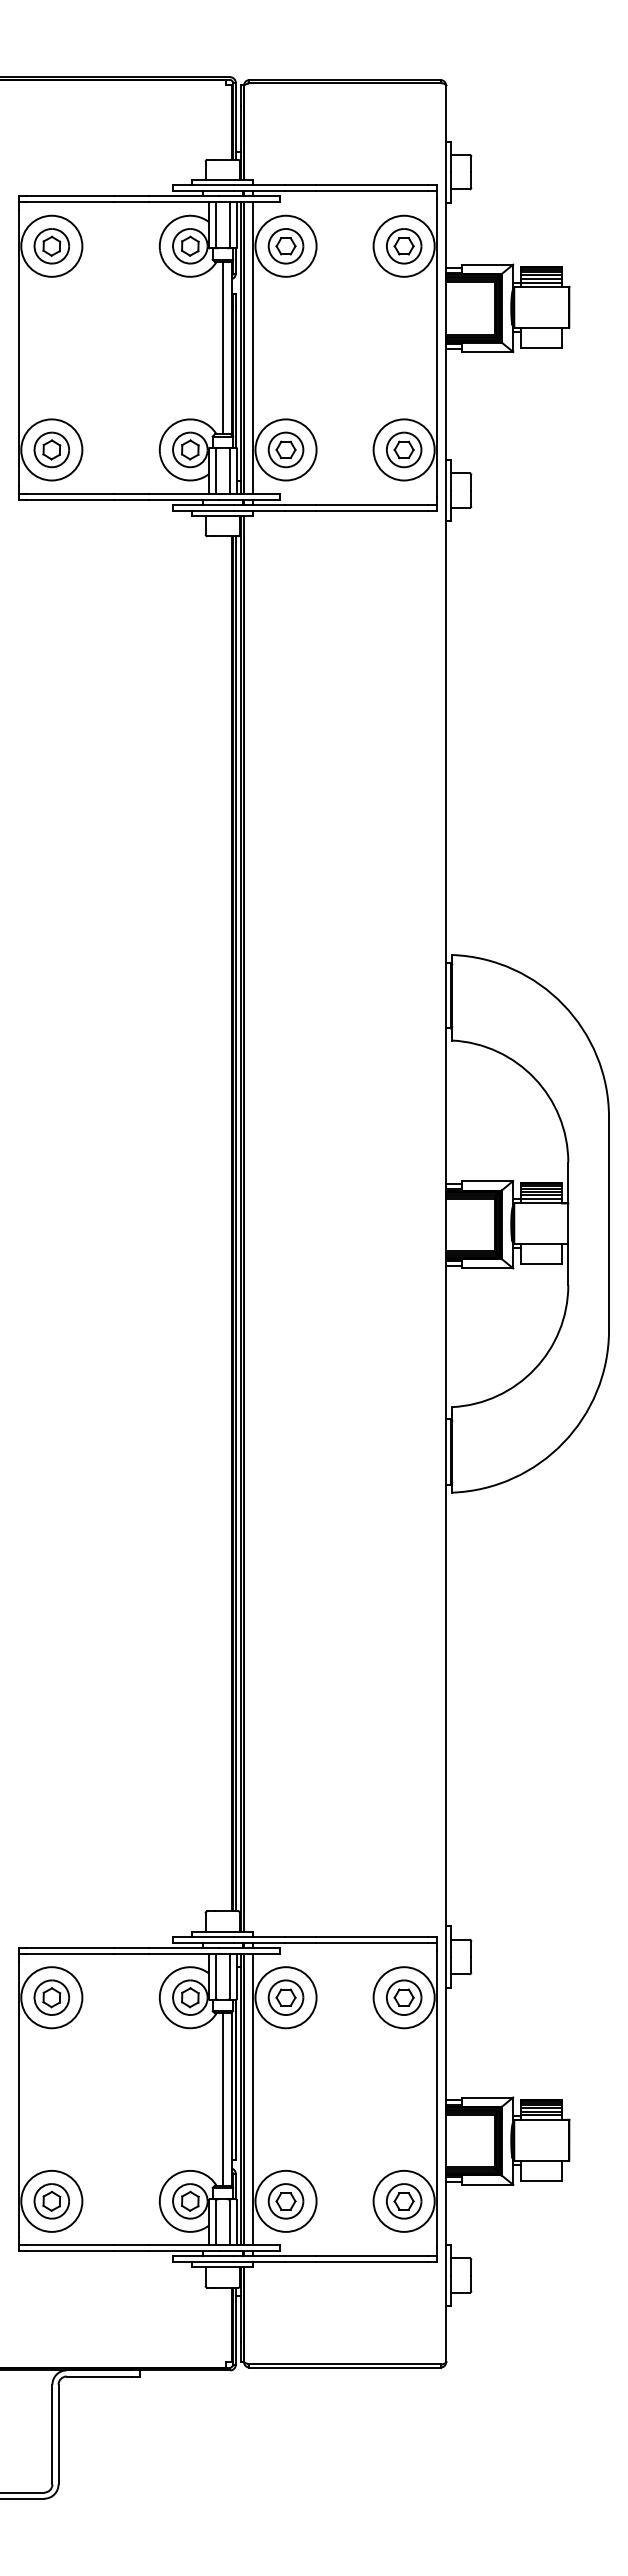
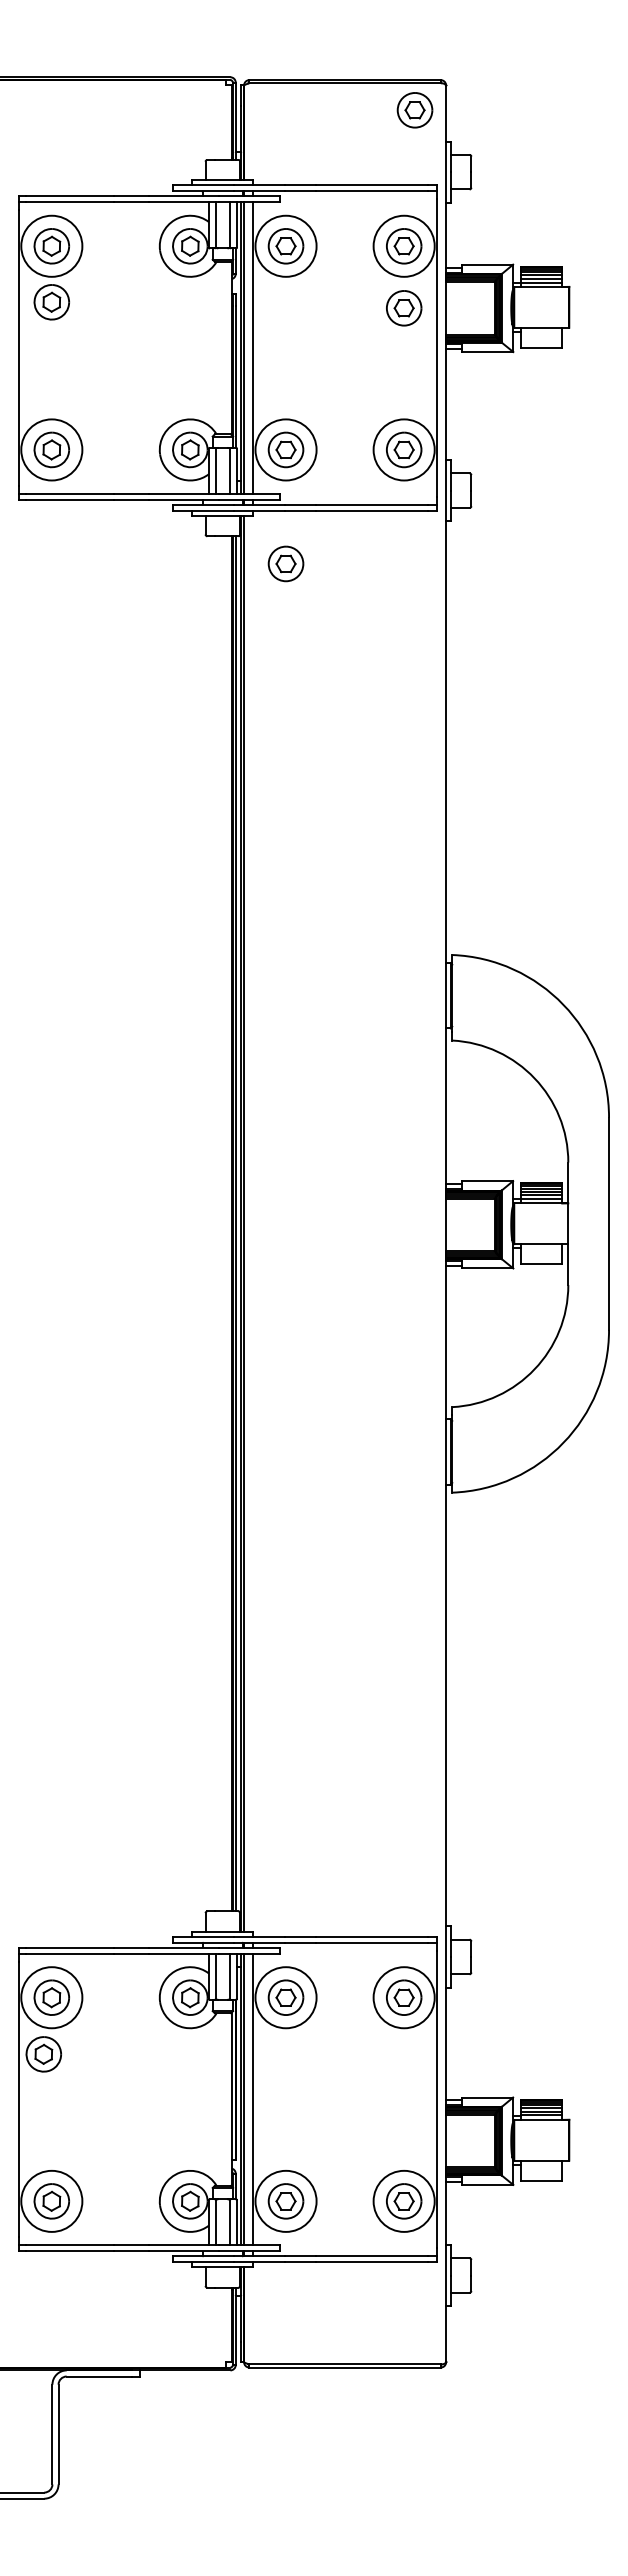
part at (414, 110): none -> present
part at (51, 302): none -> present
part at (404, 308): none -> present
line at (222, 347): present -> none
part at (285, 563): none -> present
part at (43, 2054): none -> present
line at (222, 2099): present -> none
